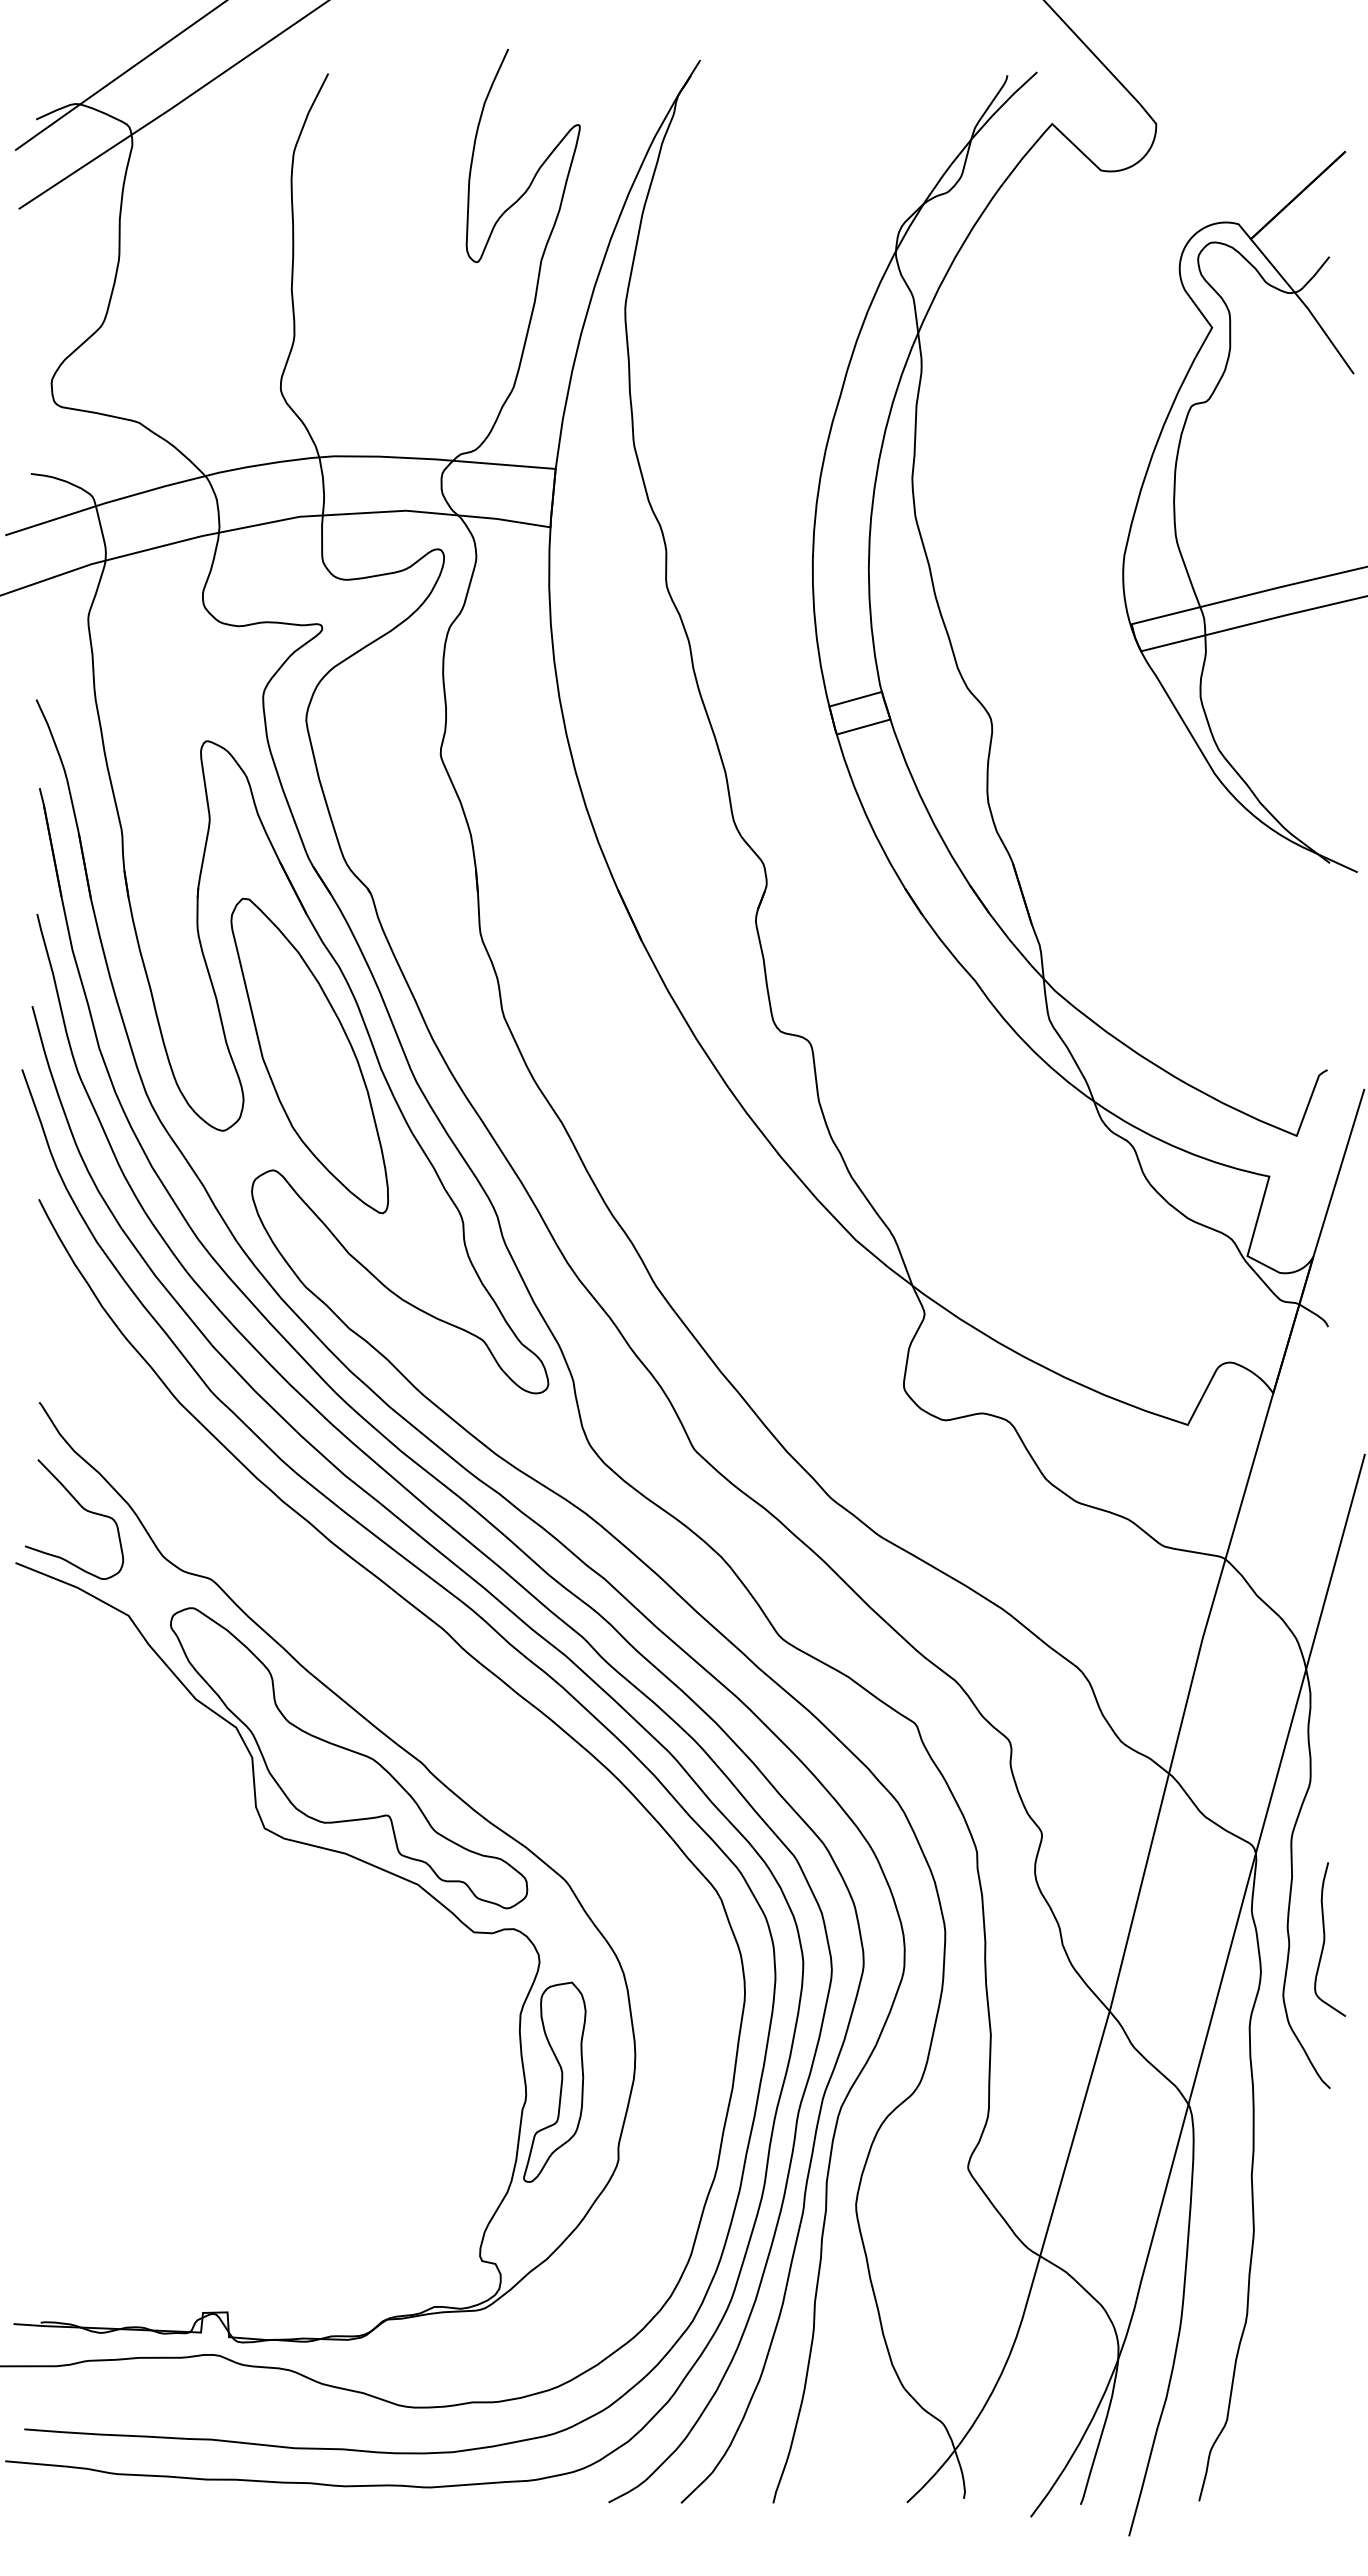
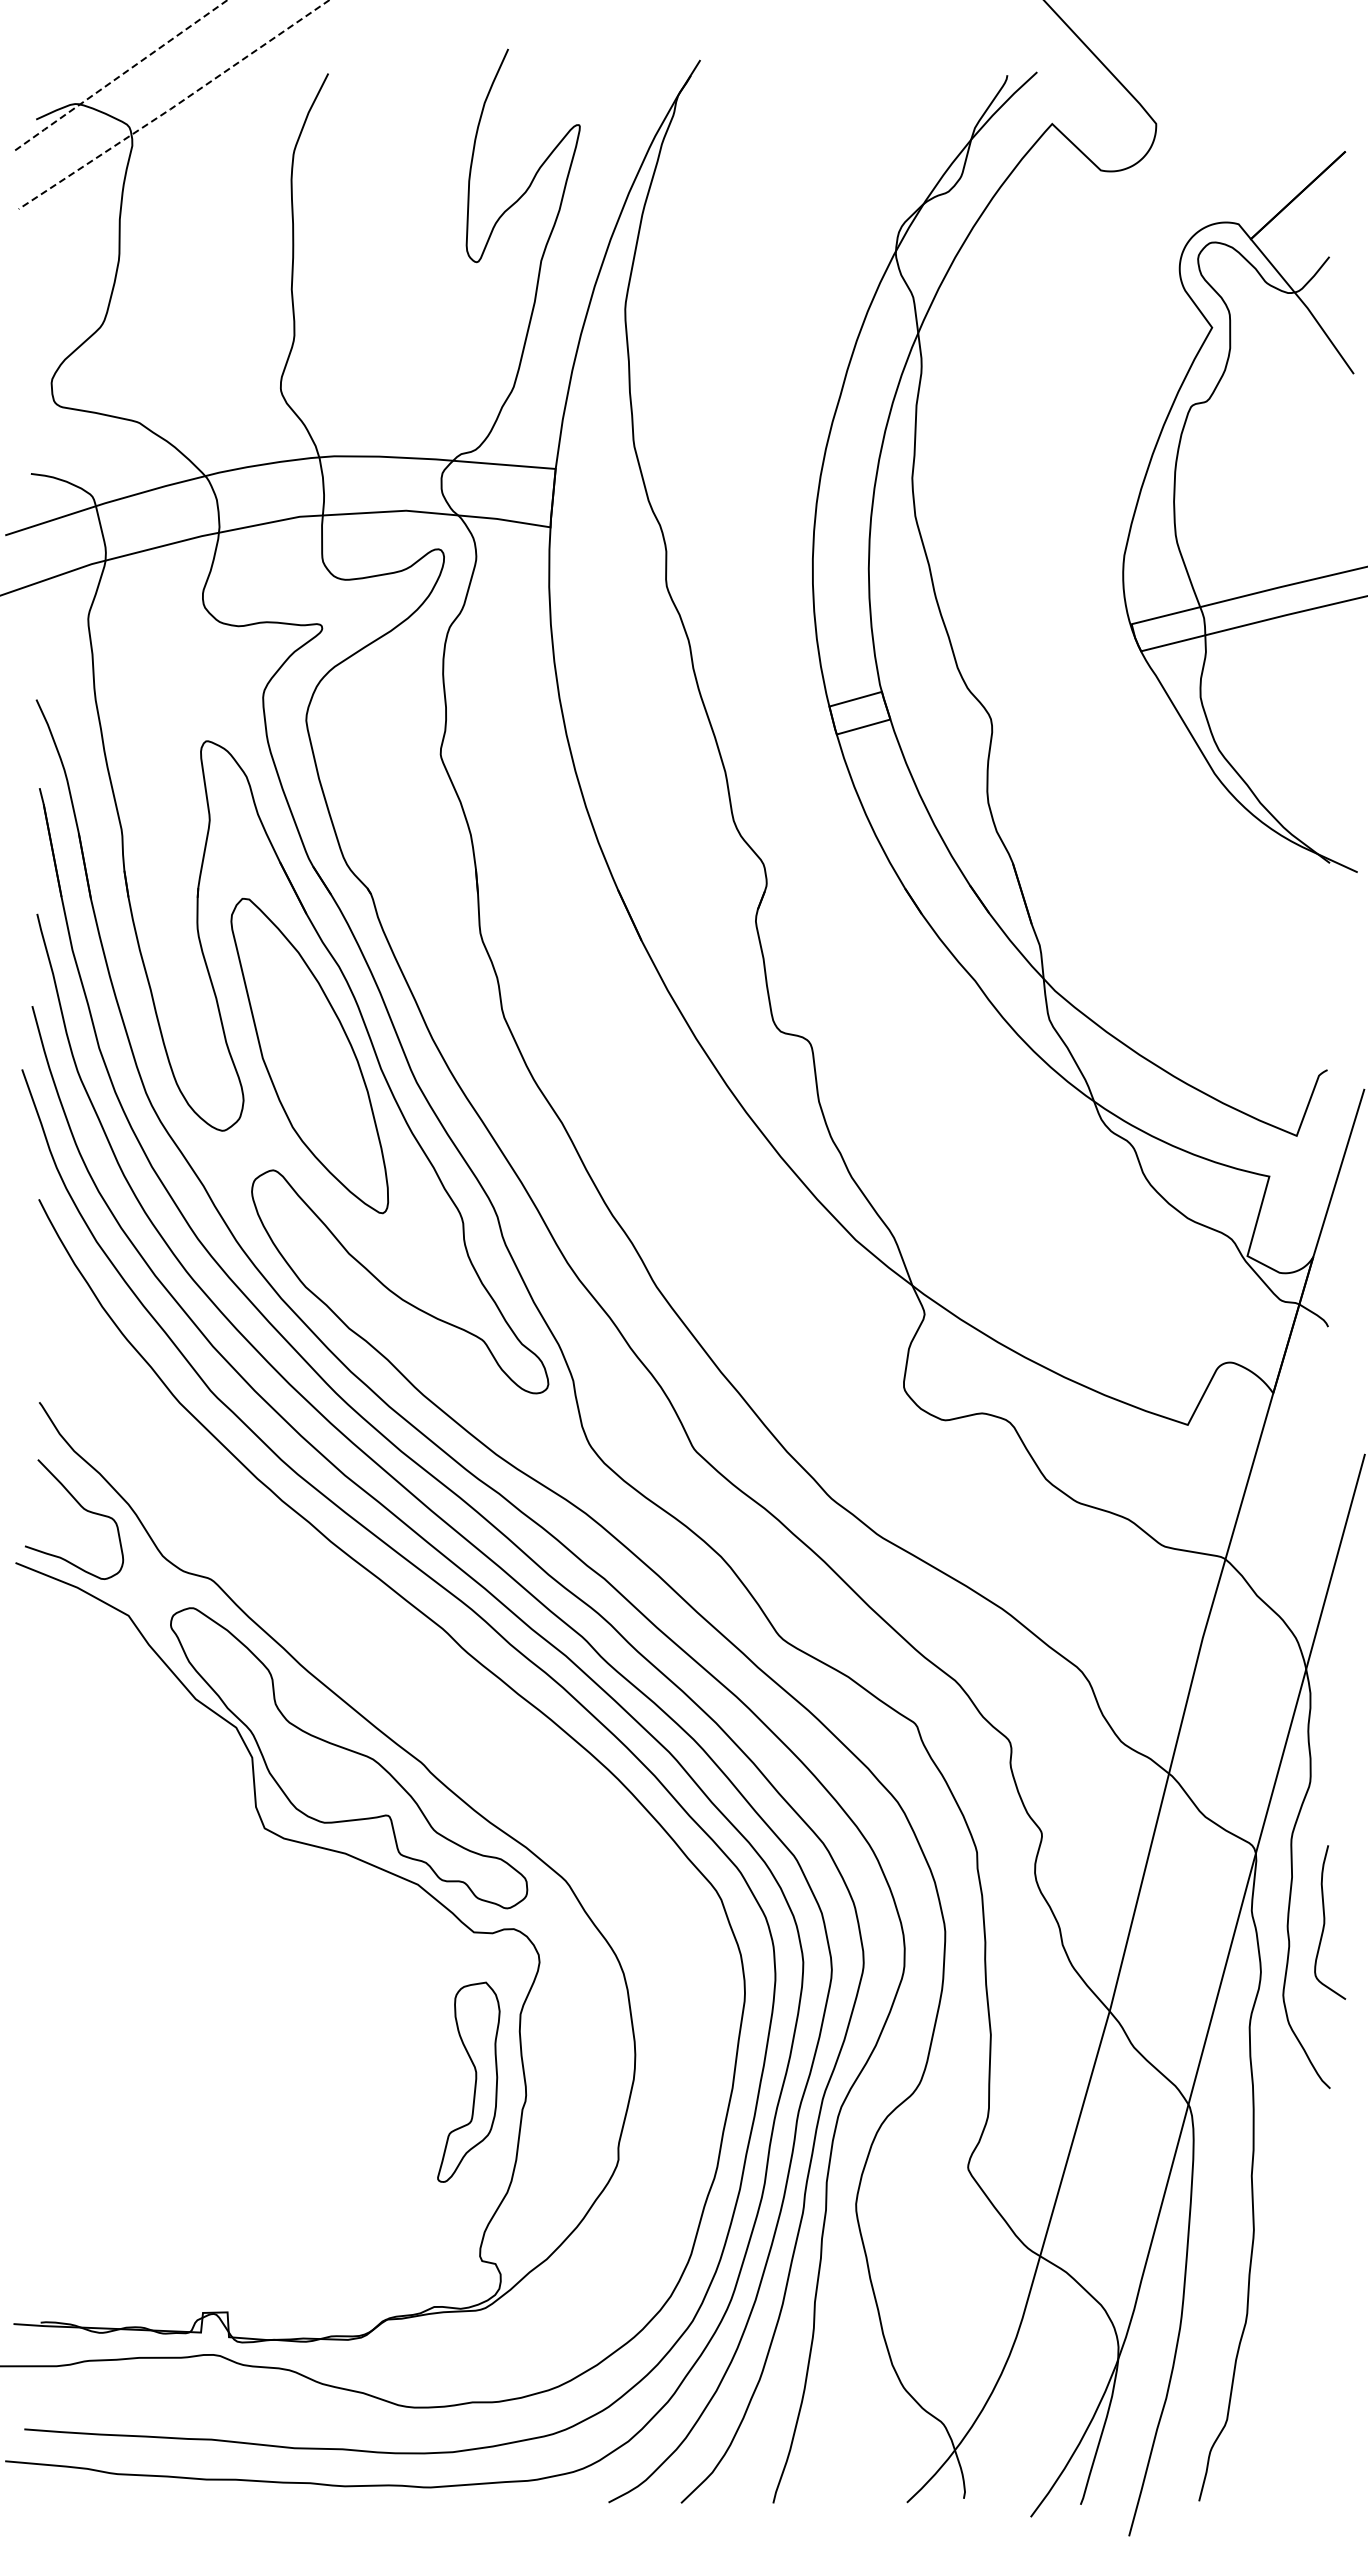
line at (121, 75): solid -> dashed
line at (174, 106): solid -> dashed
curve at (1325, 1939) position: (1325, 1939) -> (1325, 1922)
part at (560, 2083) position: (560, 2083) -> (474, 2083)
